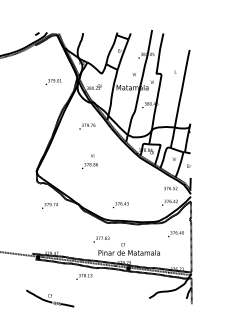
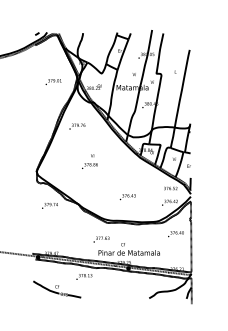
text at (87, 126) position: (87, 126) -> (77, 126)
text at (120, 205) position: (120, 205) -> (127, 197)
part at (50, 298) position: (50, 298) -> (57, 289)
